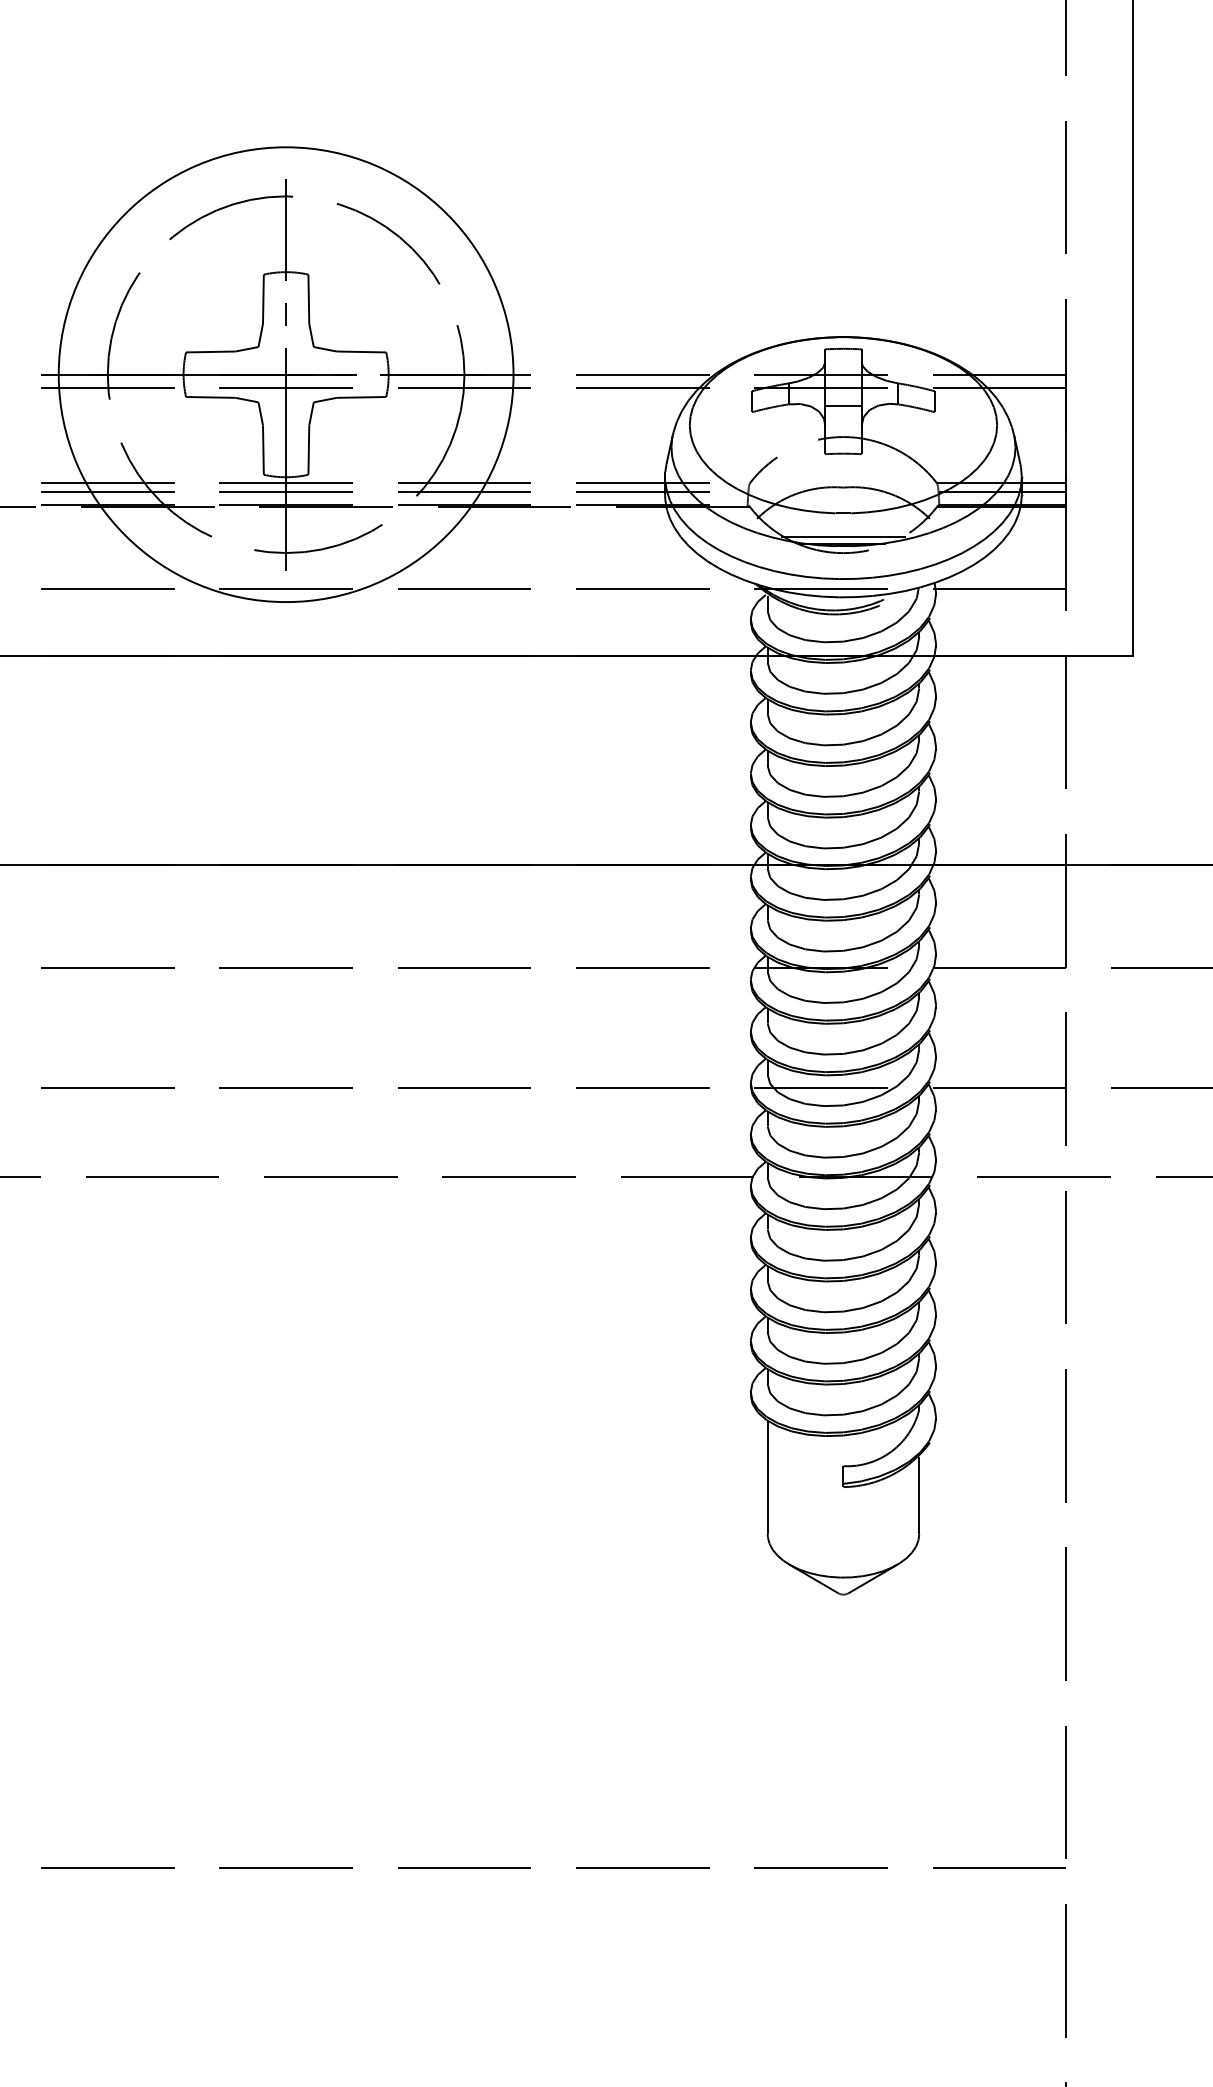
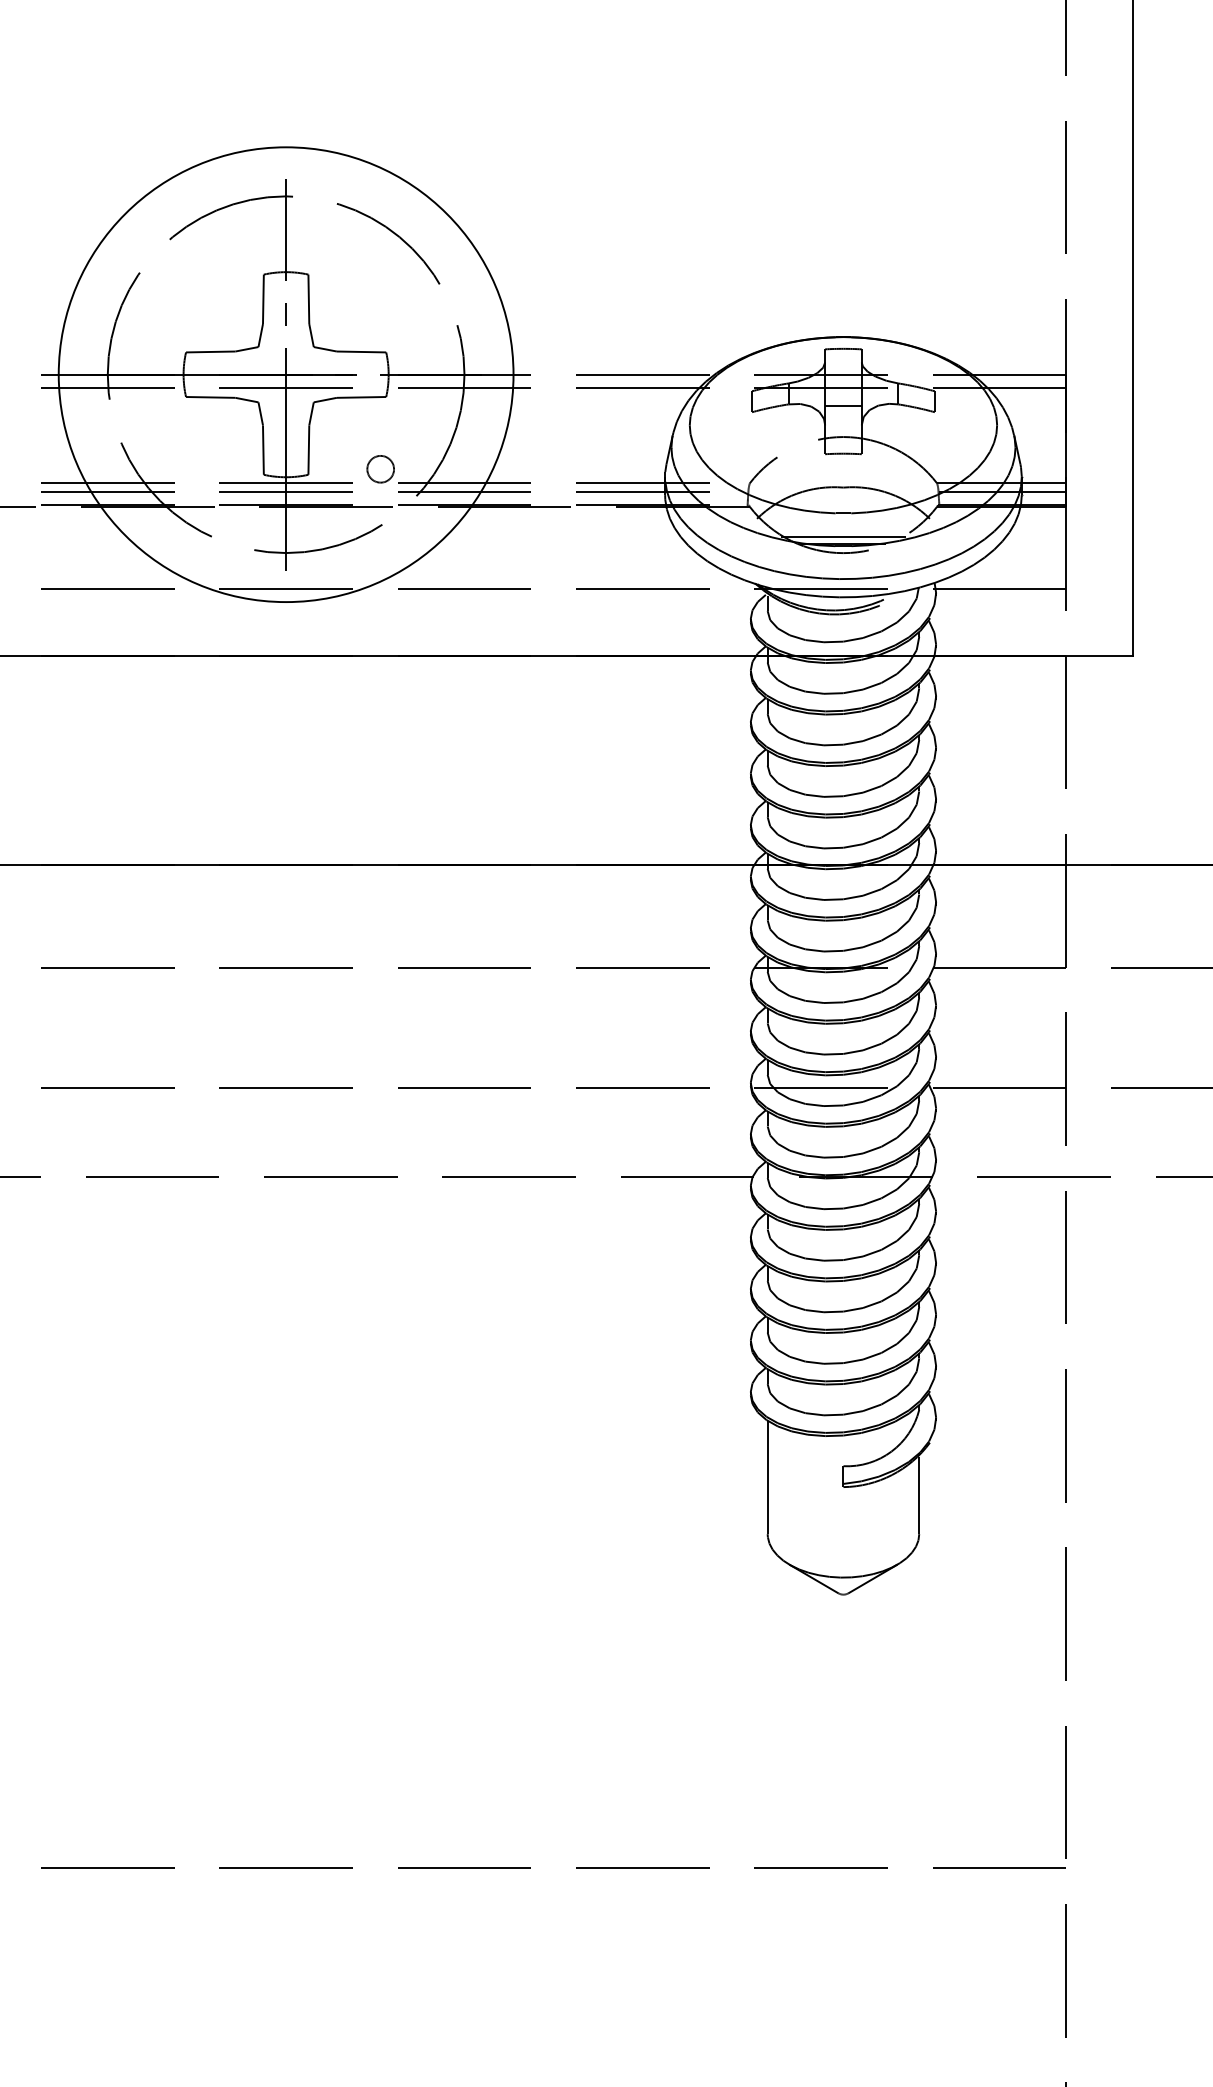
circle at (380, 469): none -> present
